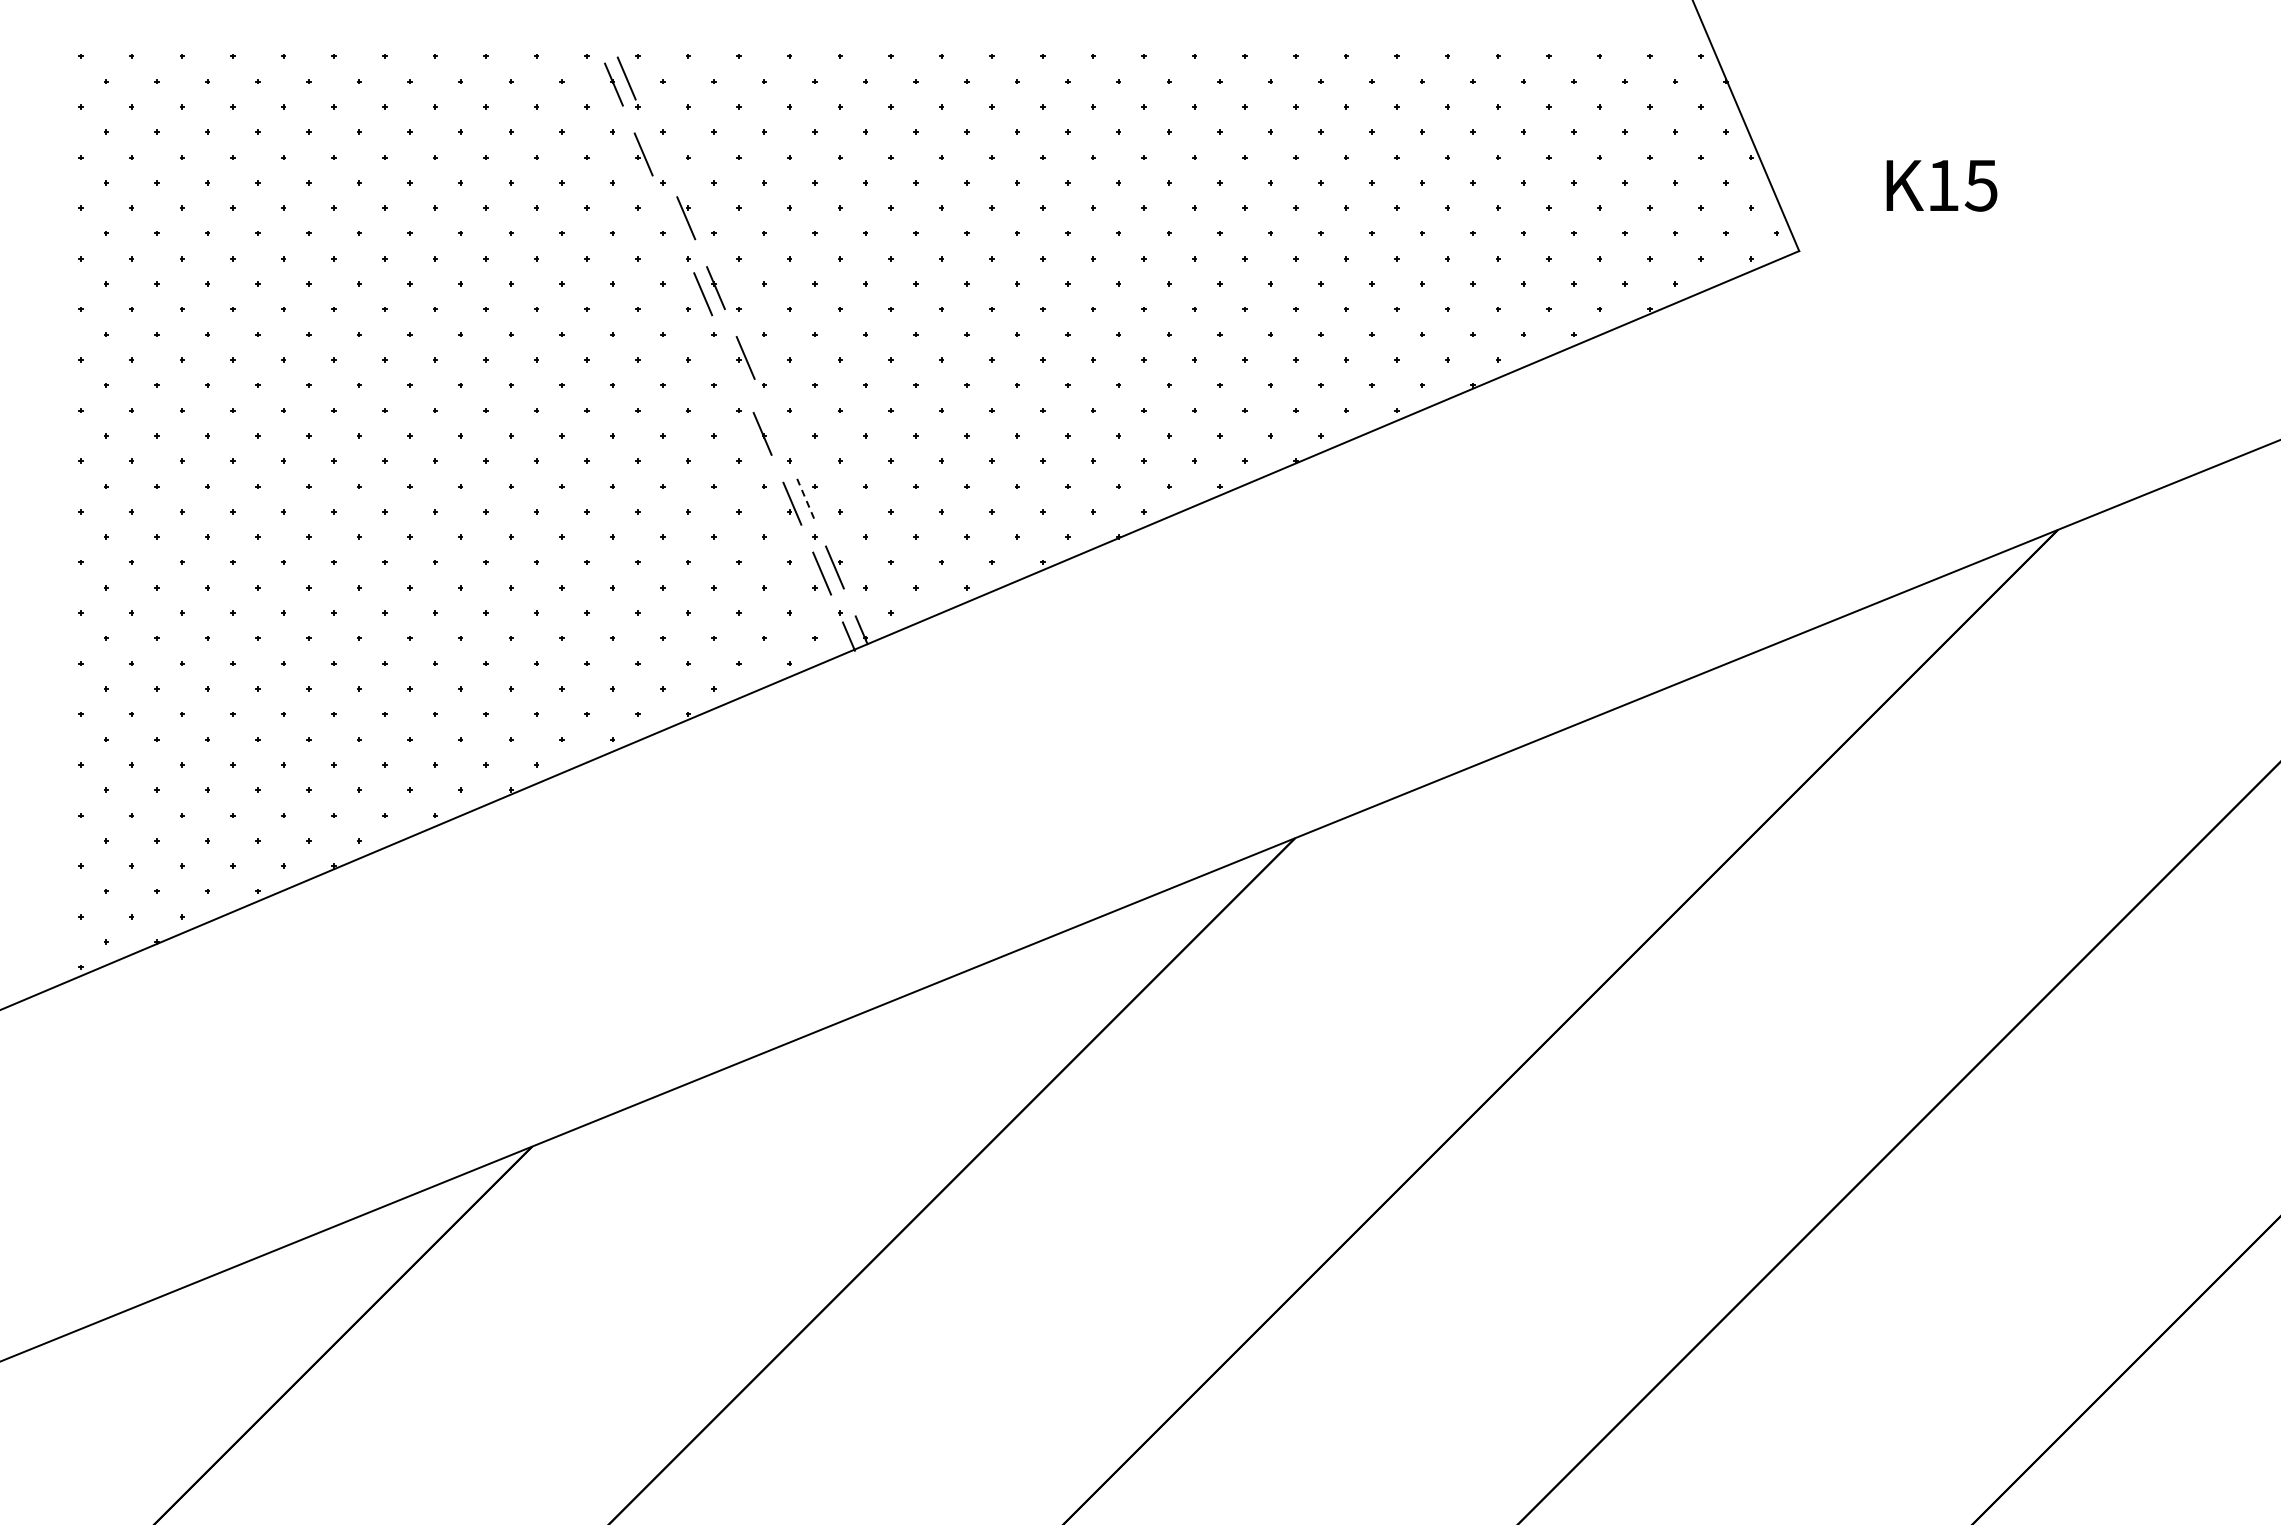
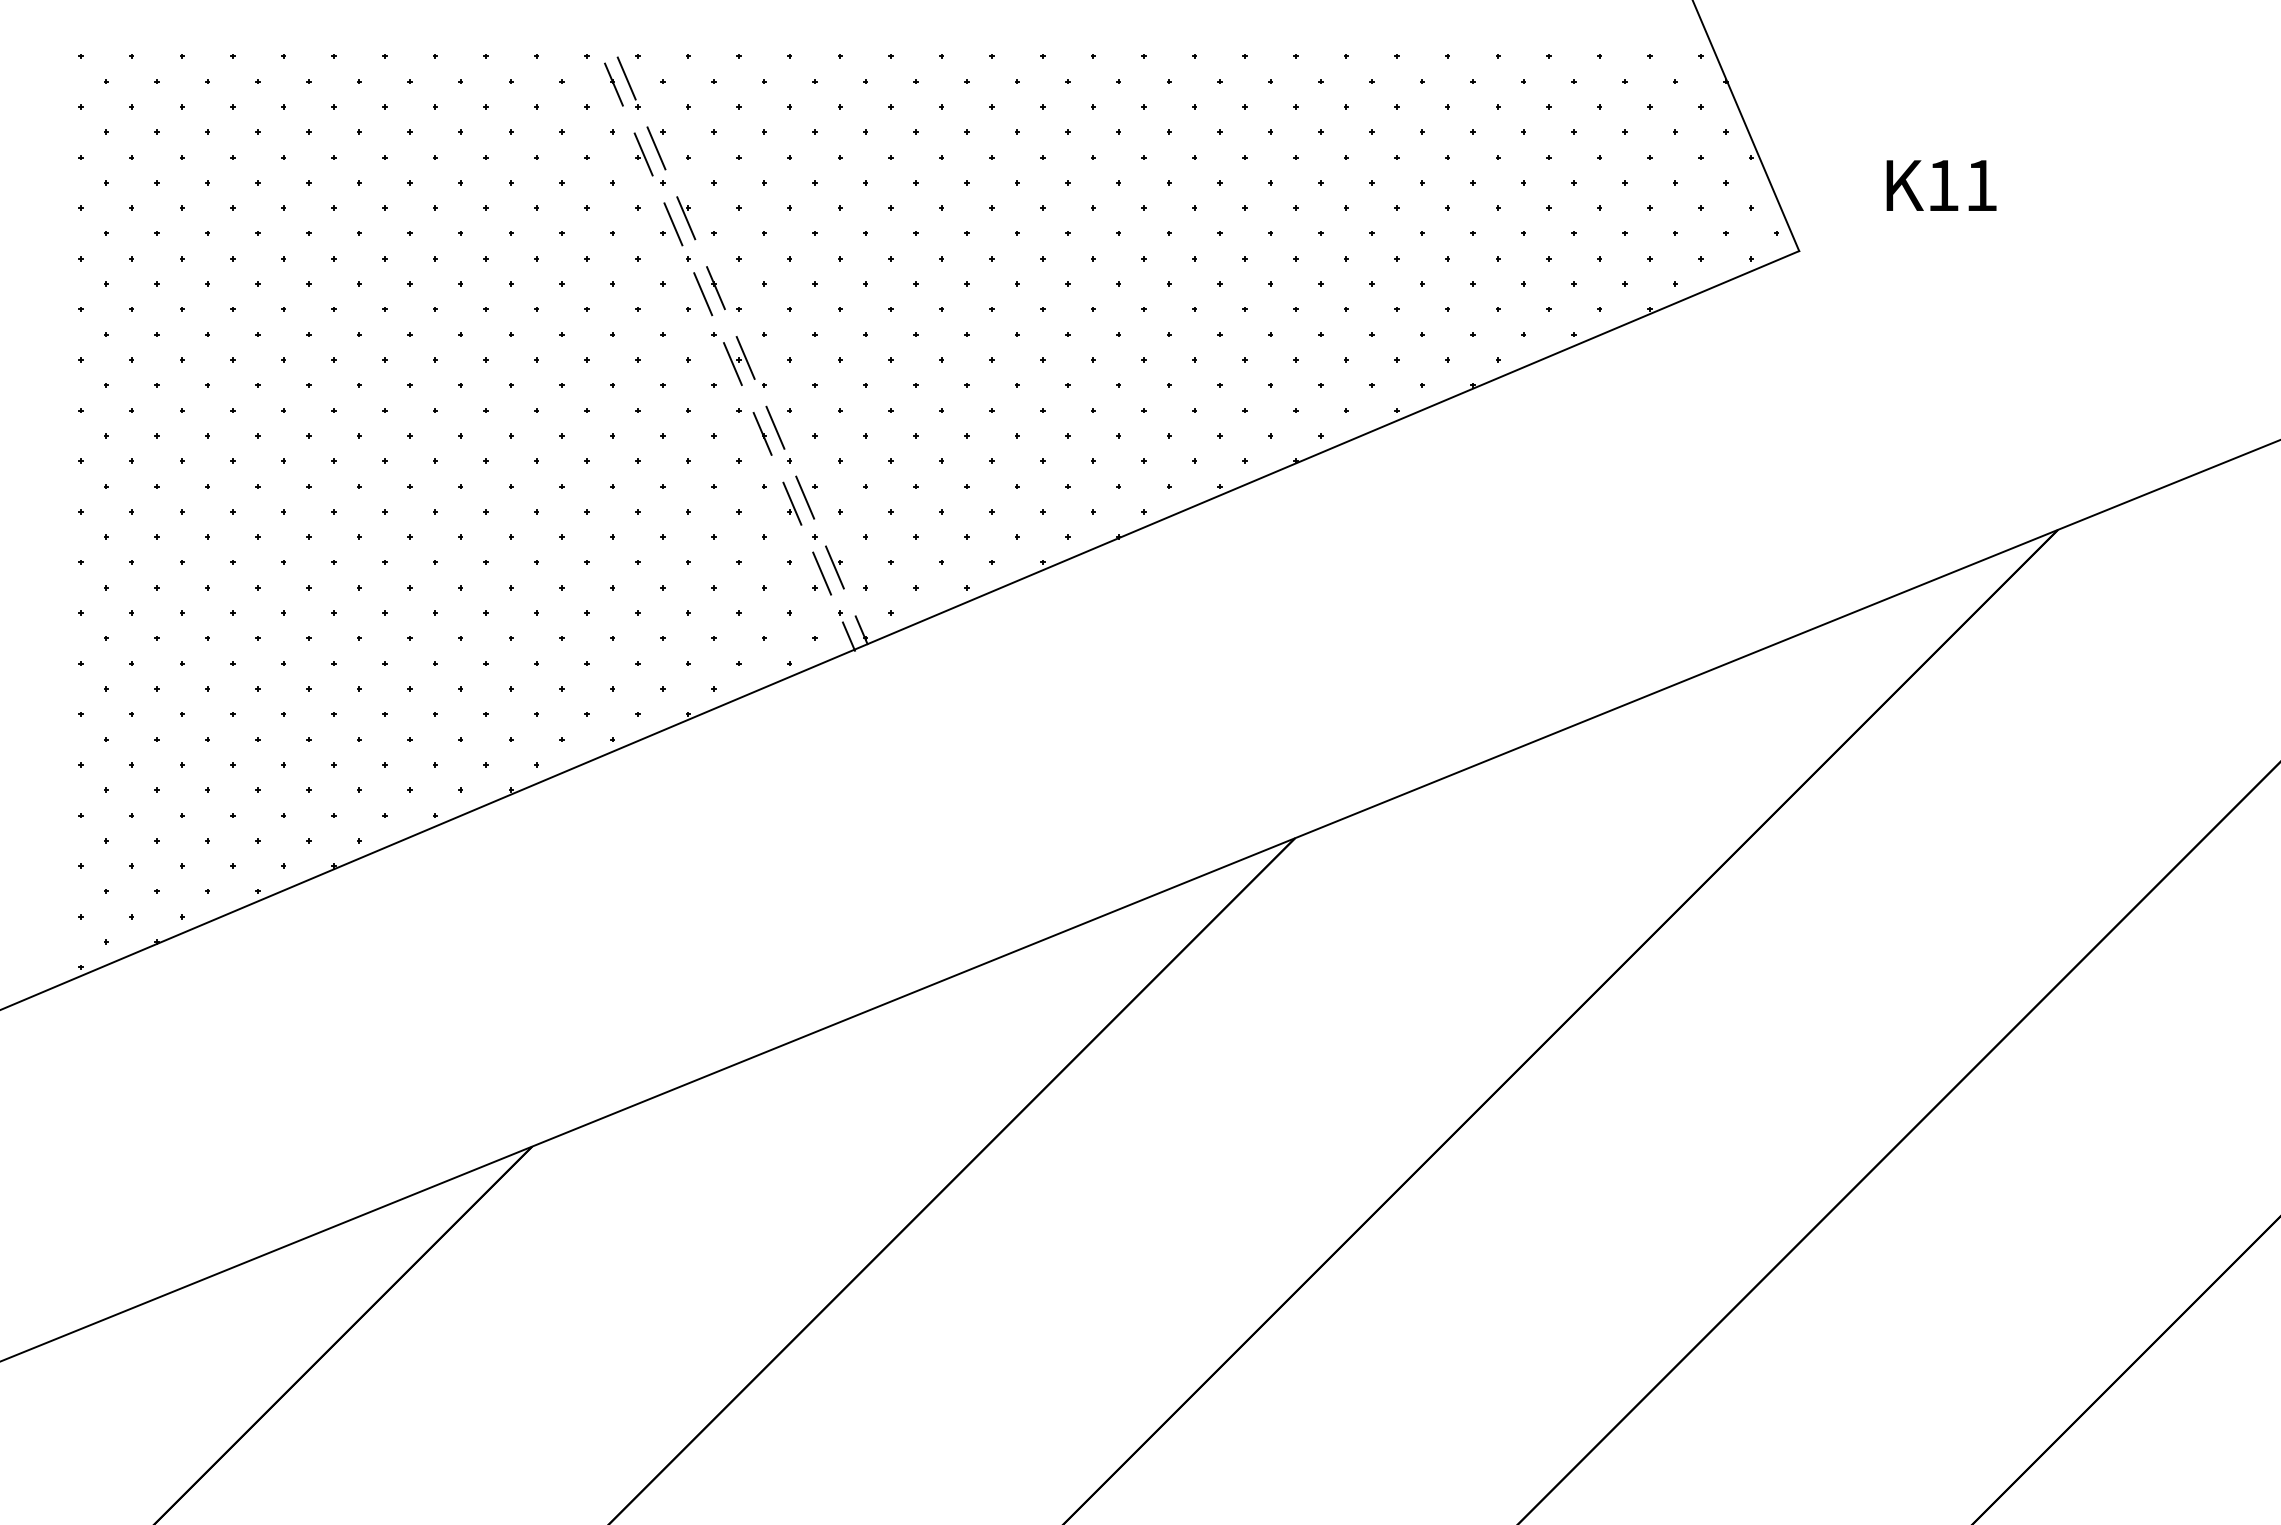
line at (656, 148): none -> present
text at (1980, 185): 15 -> 11
line at (673, 224): none -> present
line at (732, 364): none -> present
line at (775, 427): none -> present
line at (805, 497): dashed -> solid
